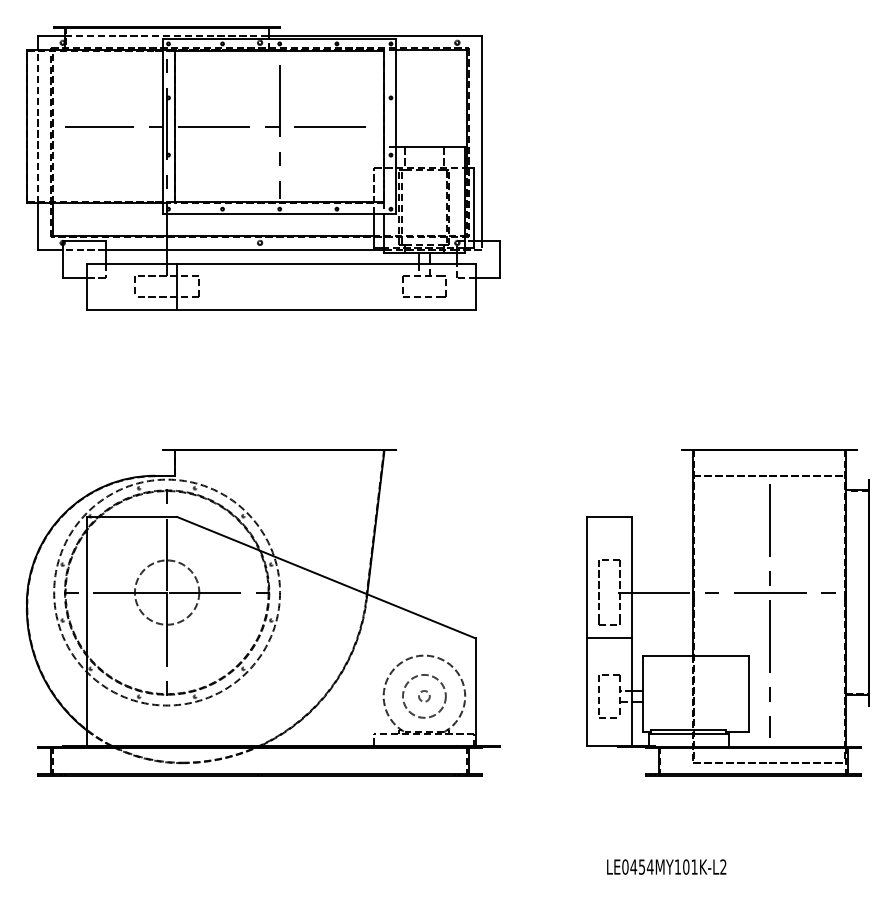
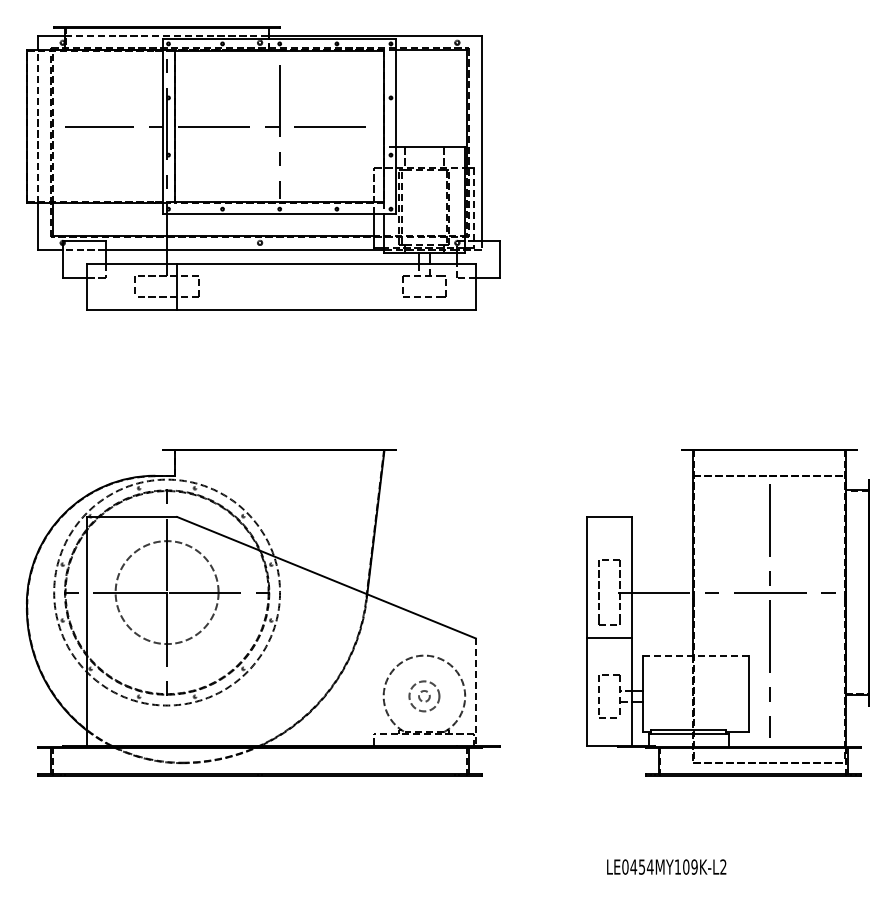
line at (474, 208): solid -> dashed
circle at (166, 592) diameter: 64 px -> 103 px
line at (695, 655): solid -> dashed
line at (475, 692): solid -> dashed
circle at (424, 695) diameter: 43 px -> 30 px
text at (694, 866): LE0454MY101K-L2 -> LE0454MY109K-L2
